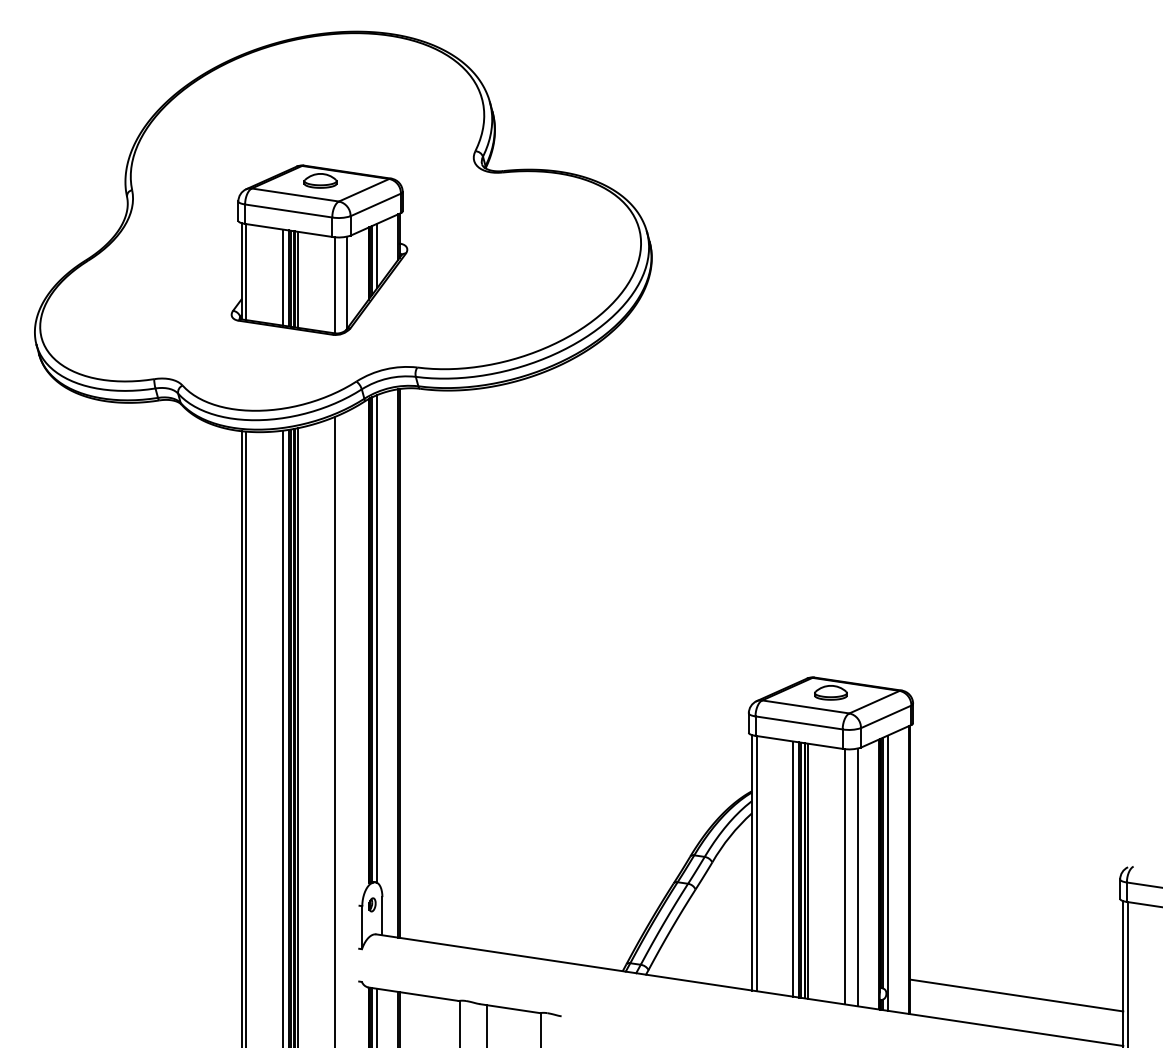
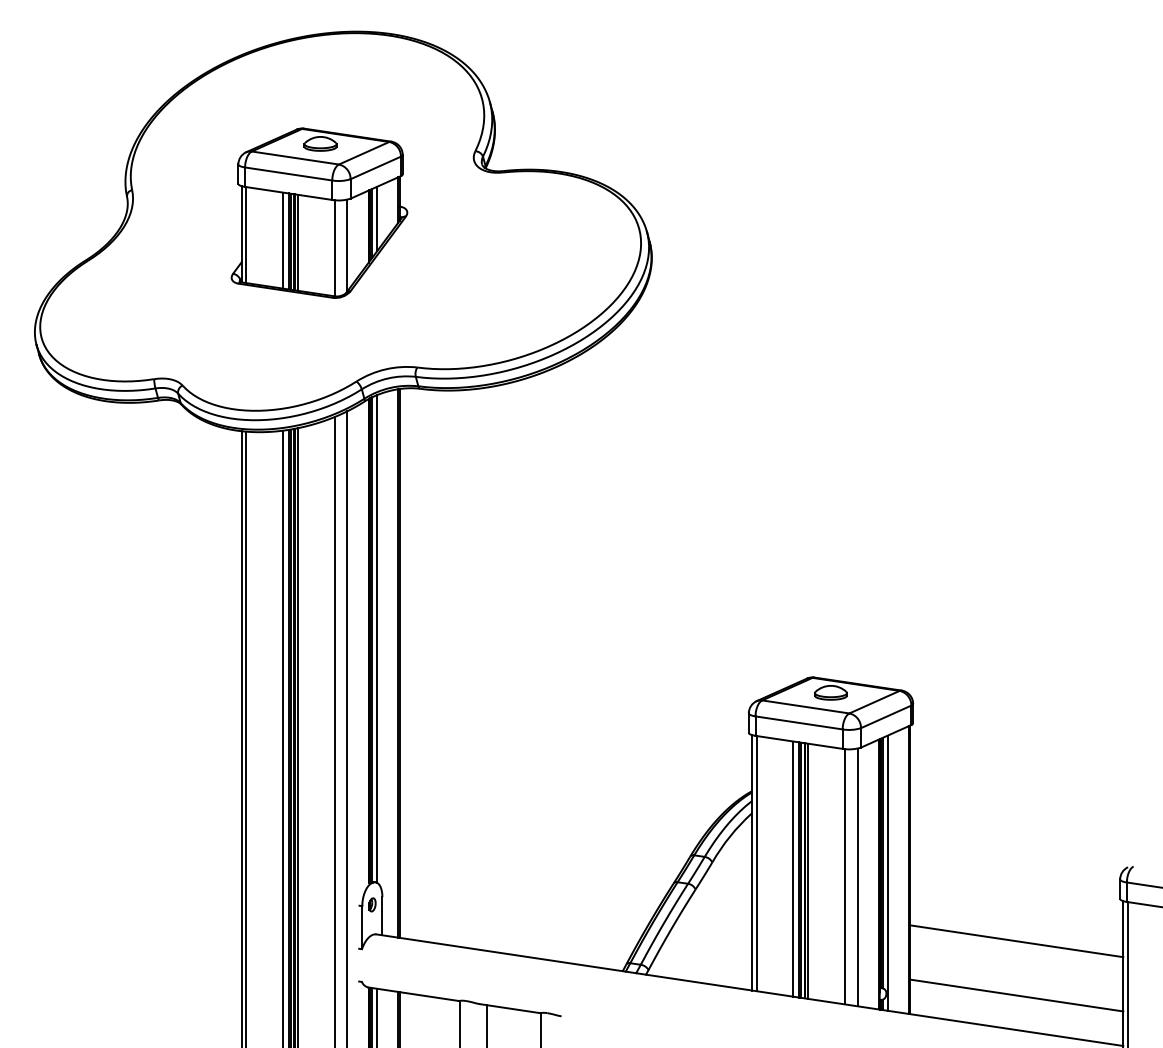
part at (319, 249) position: (319, 249) -> (319, 212)
line at (347, 727): none -> present
line at (1016, 941): none -> present
